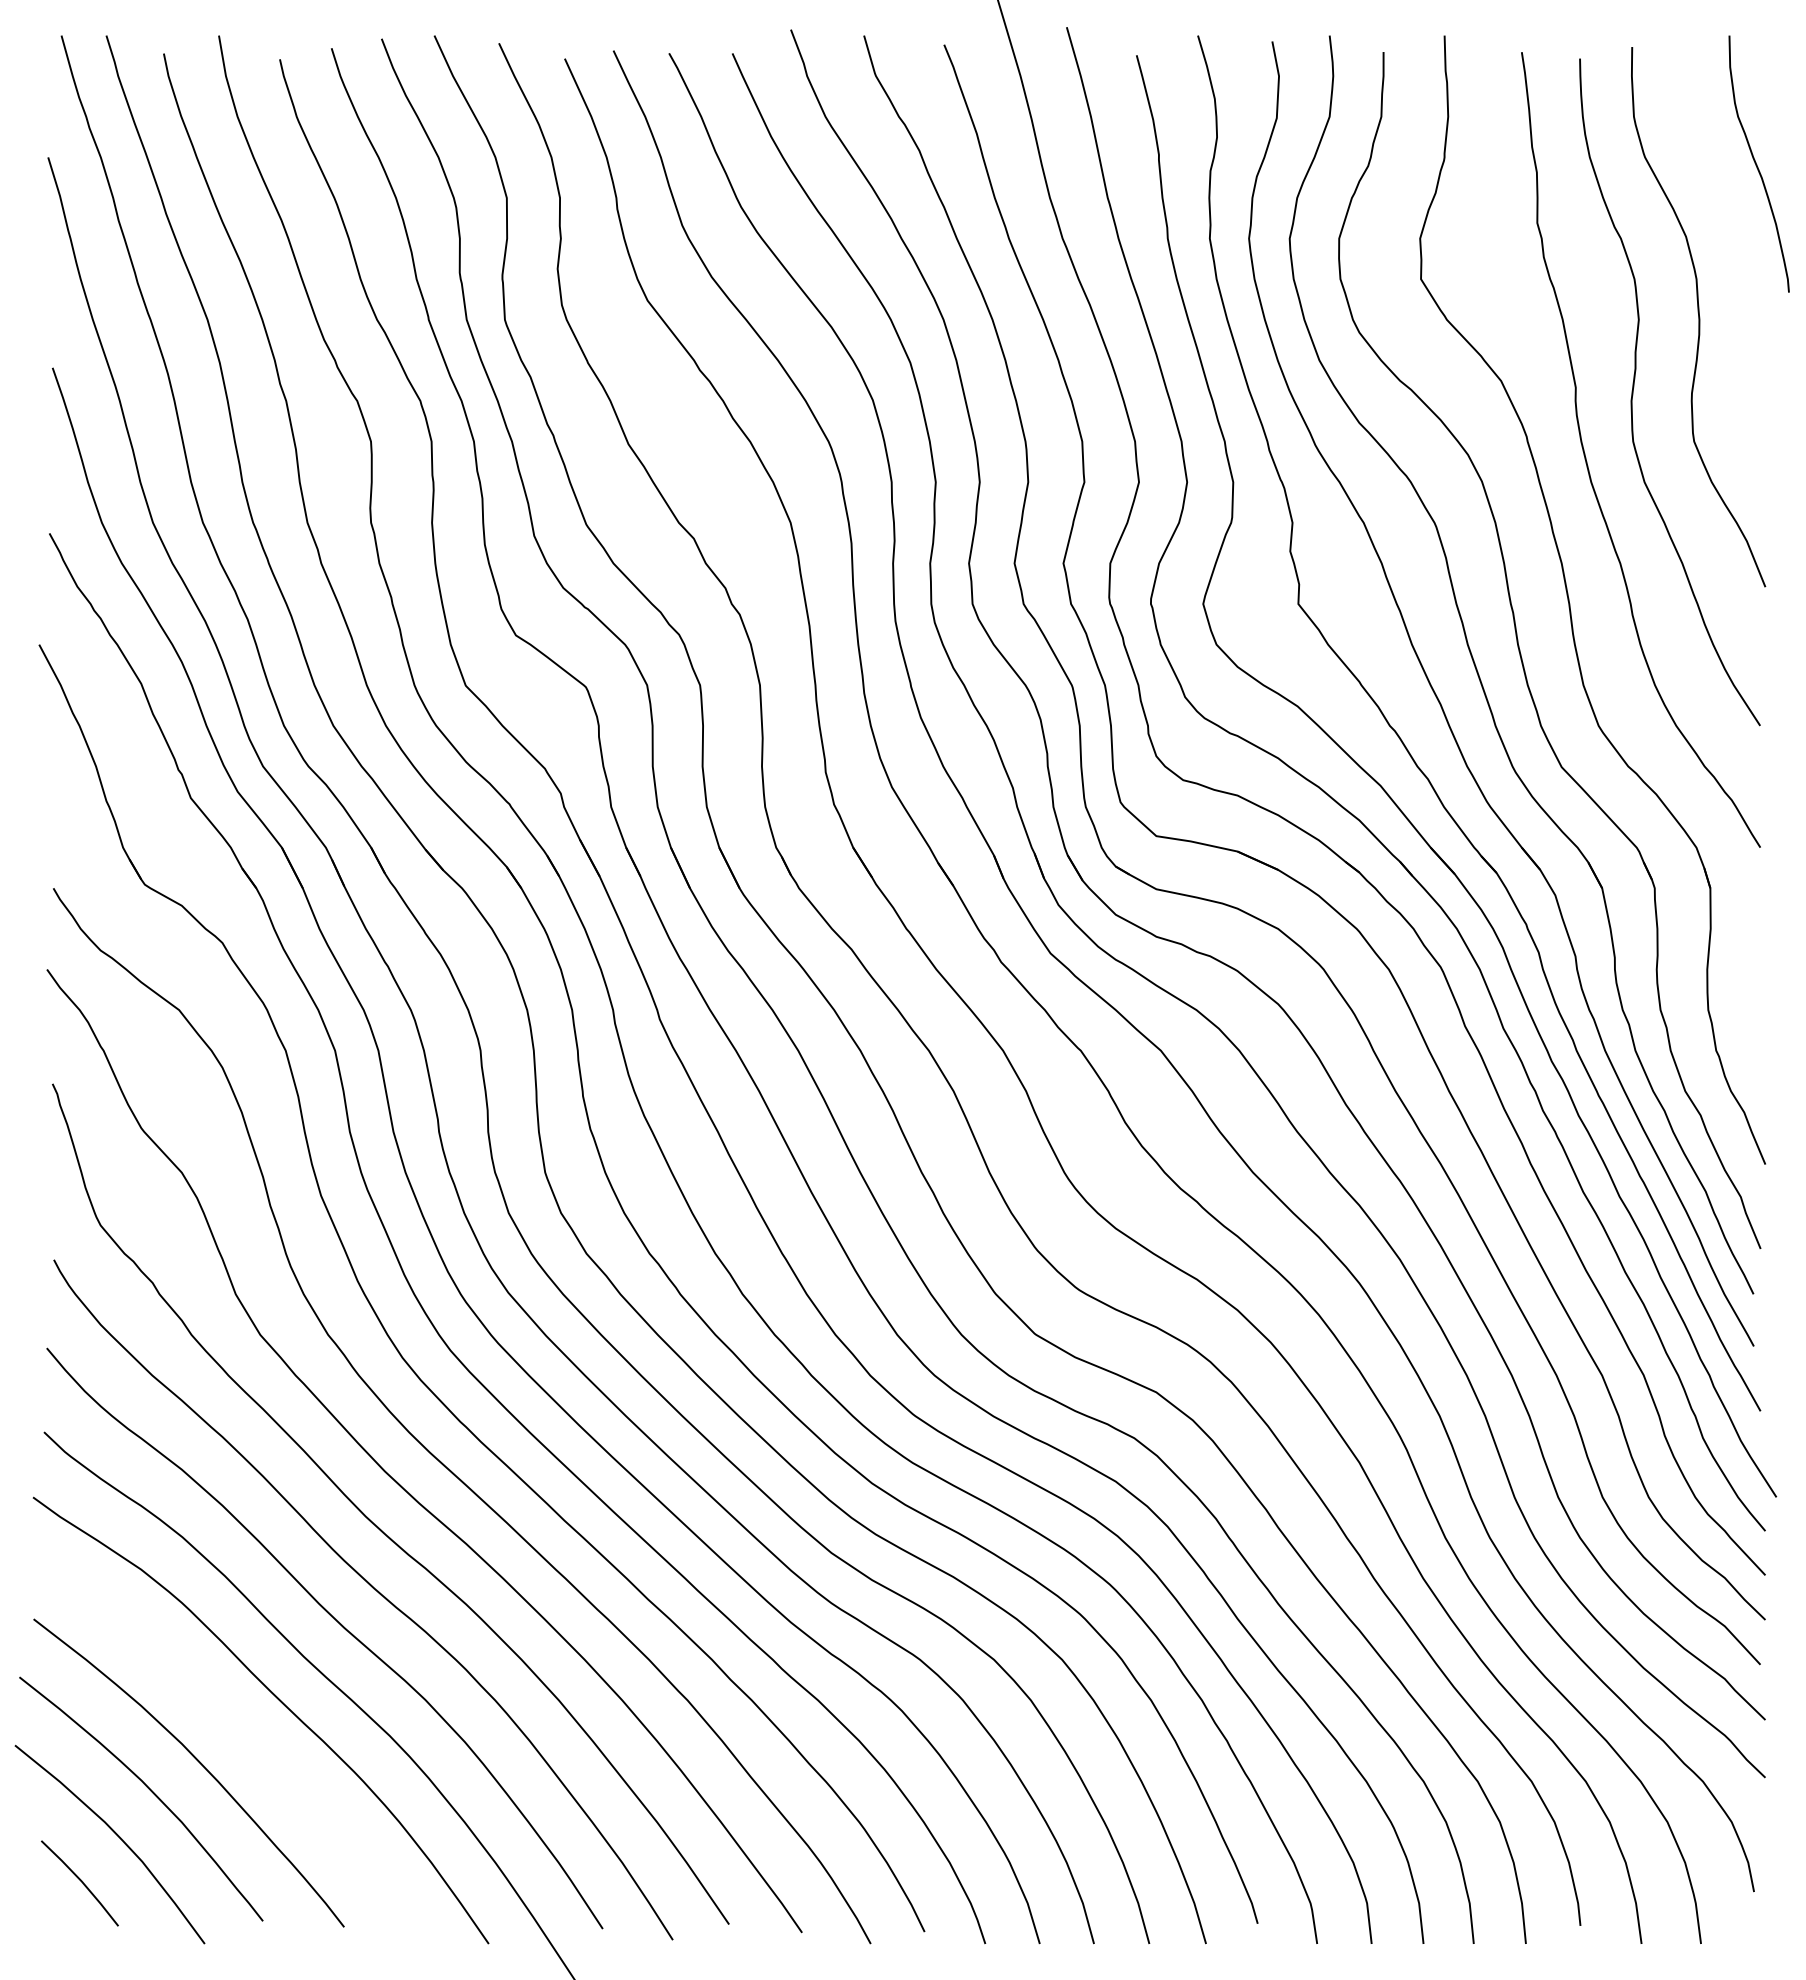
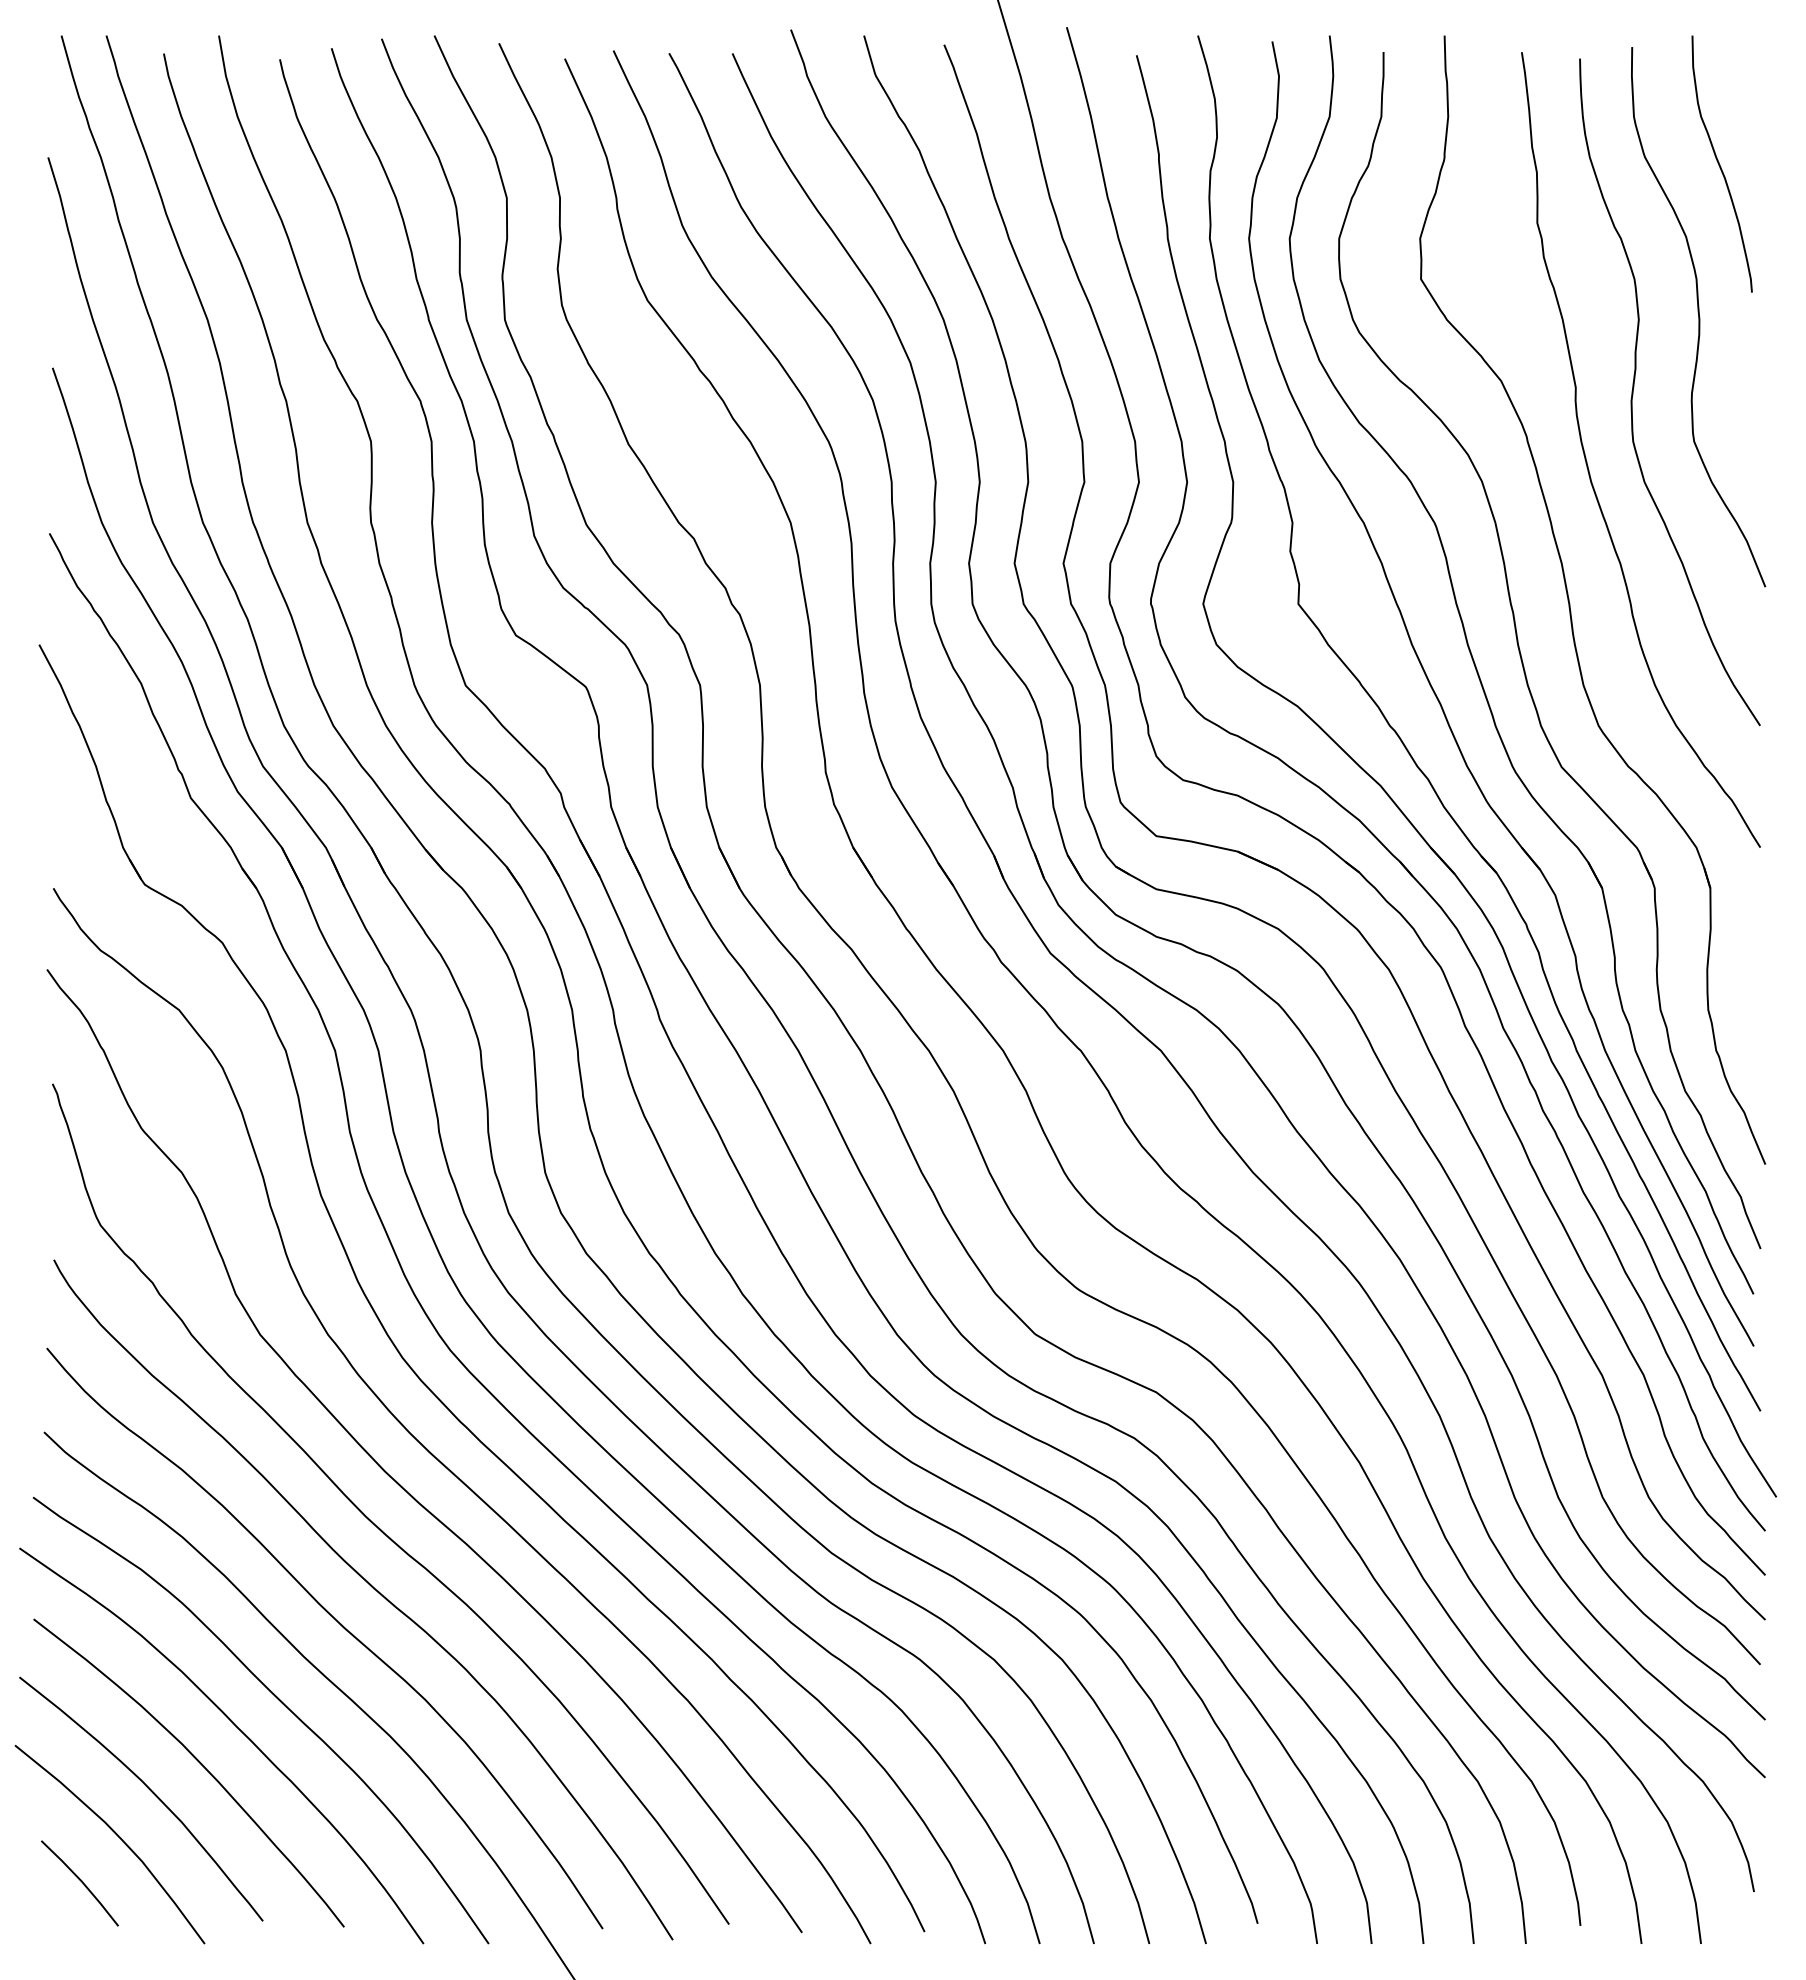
curve at (1757, 164) position: (1757, 164) -> (1720, 164)
curve at (237, 1728): none -> present
